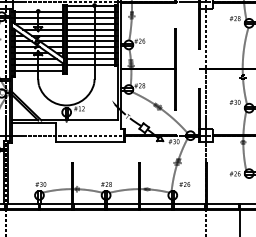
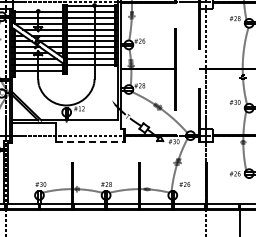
line at (90, 142): solid -> dashed
